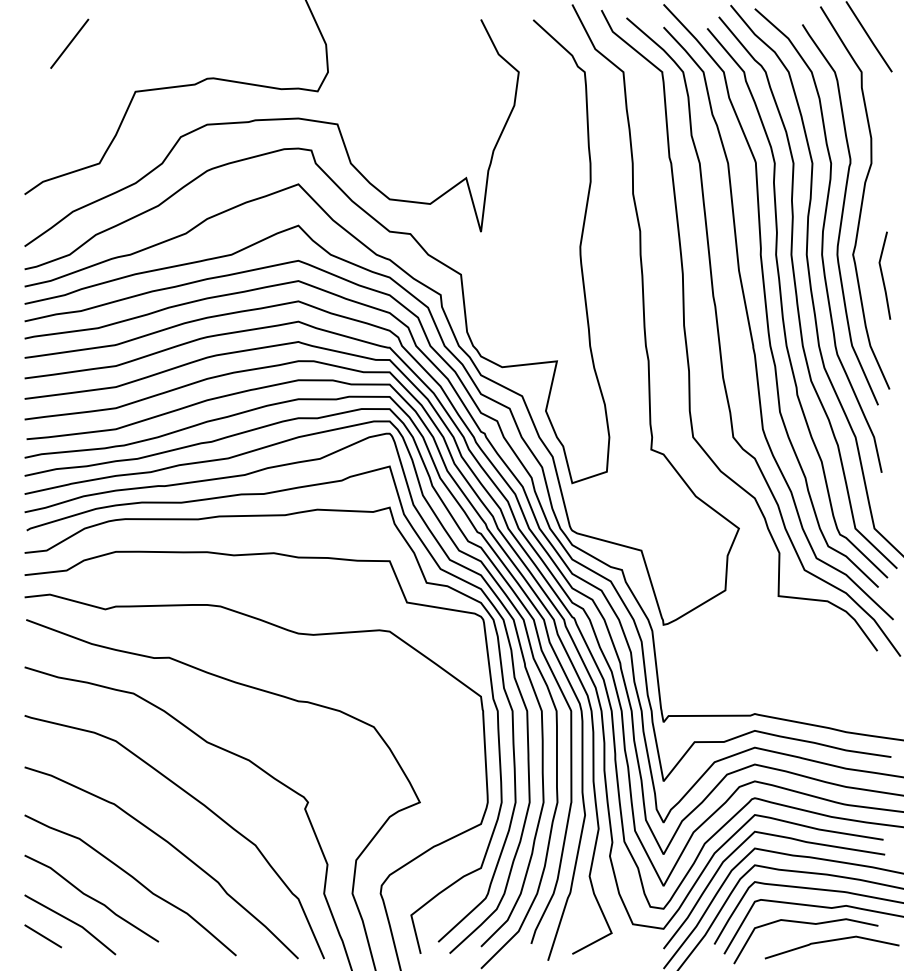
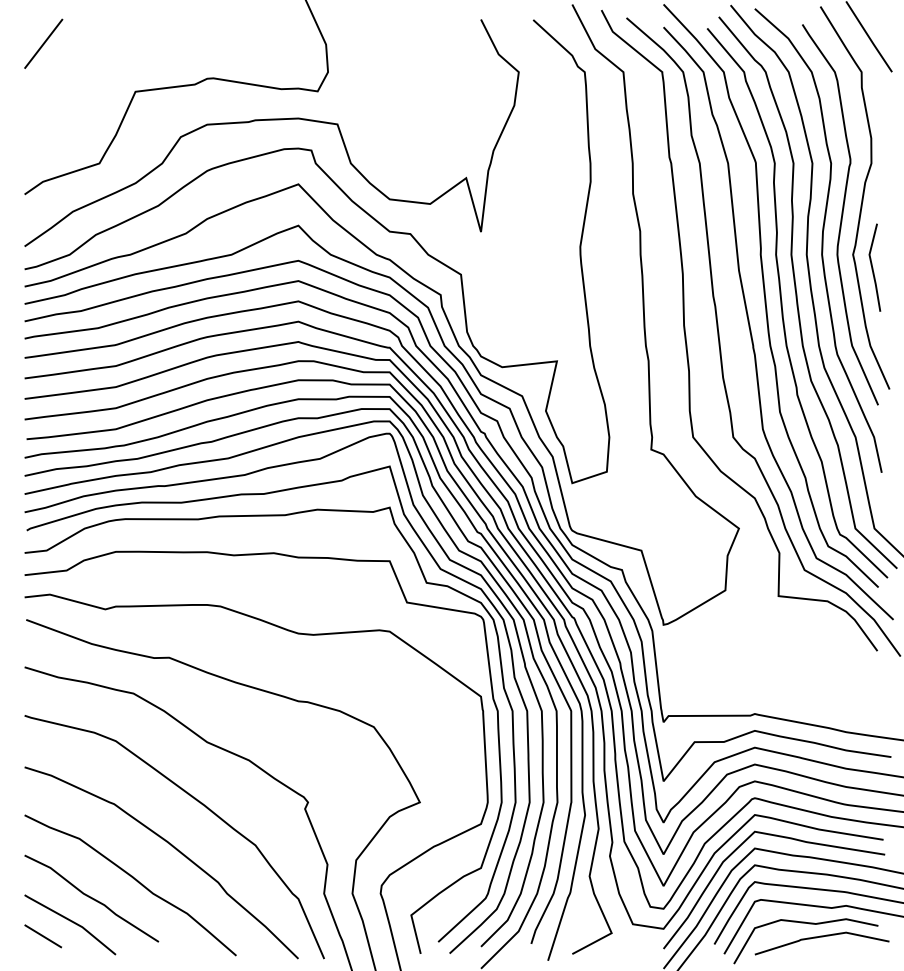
line at (69, 43) position: (69, 43) -> (43, 43)
line at (883, 275) position: (883, 275) -> (873, 267)
line at (831, 941) position: (831, 941) -> (821, 937)
